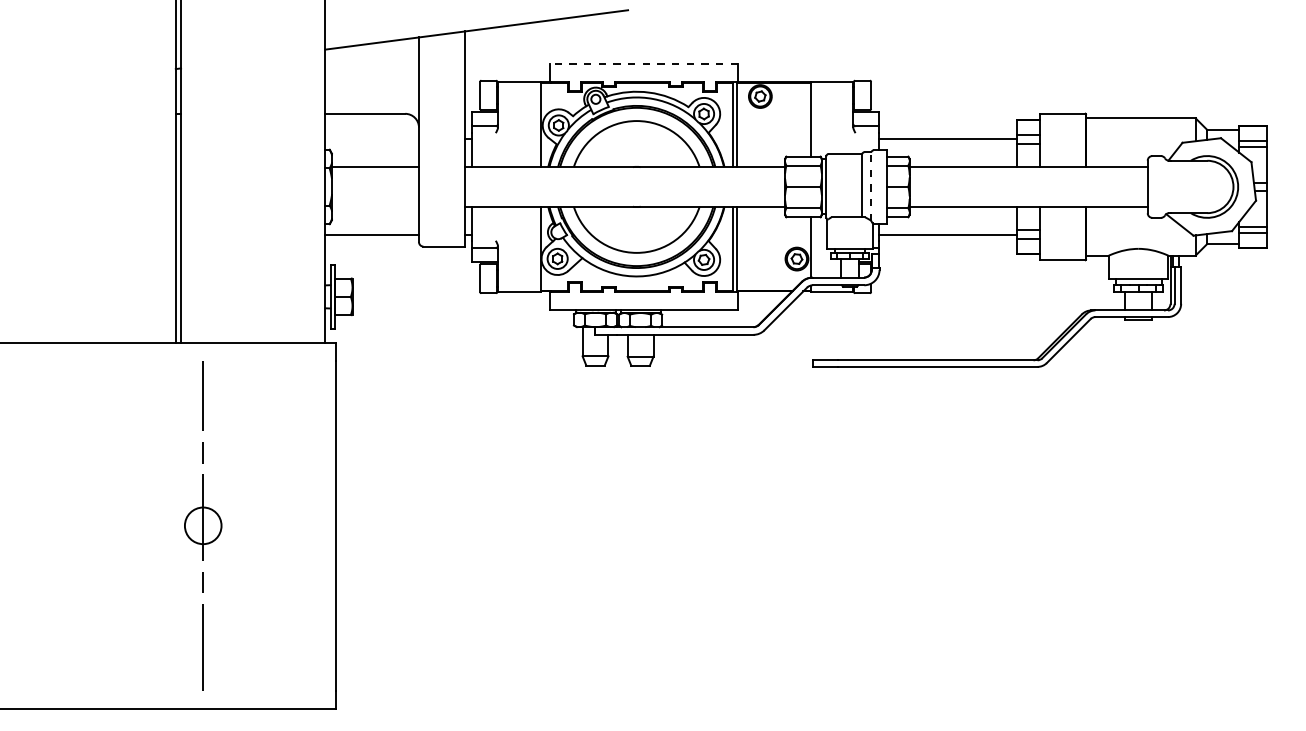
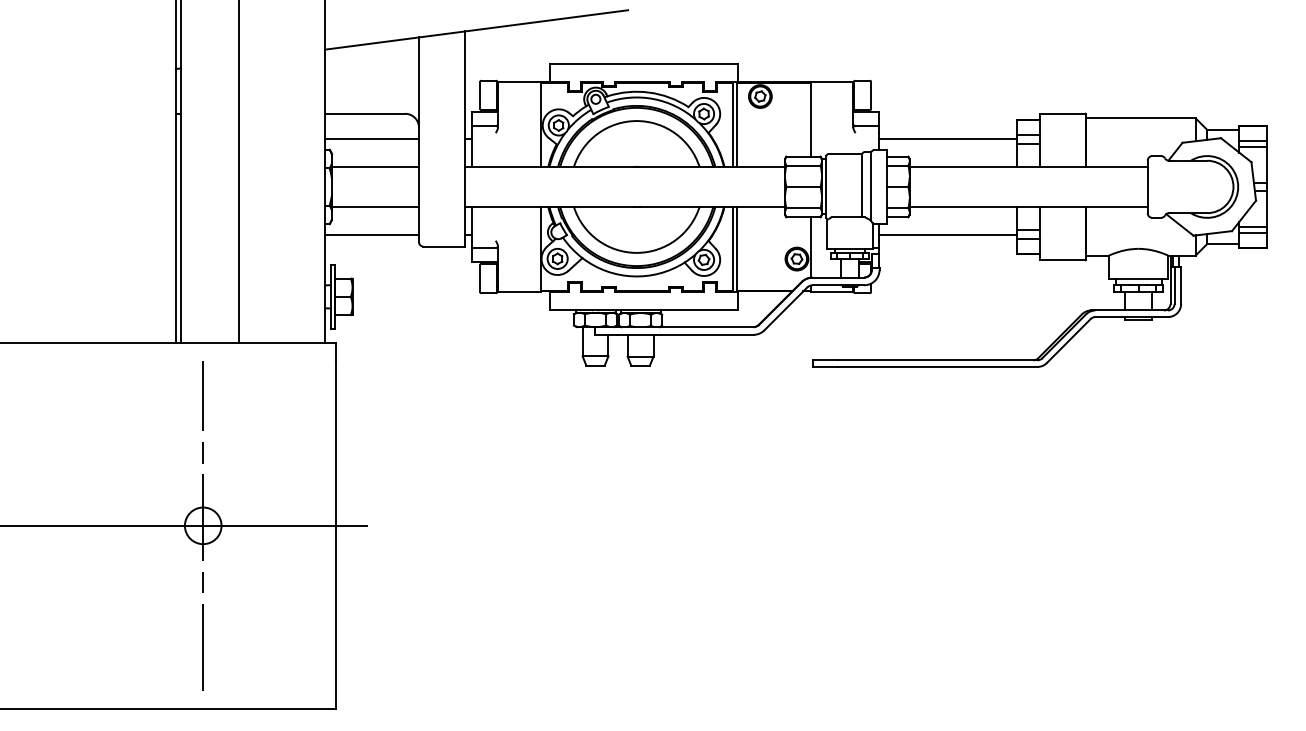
line at (644, 64): dashed -> solid
line at (372, 138): none -> present
line at (238, 172): none -> present
line at (871, 186): dashed -> solid
line at (375, 206): none -> present
line at (185, 525): none -> present
